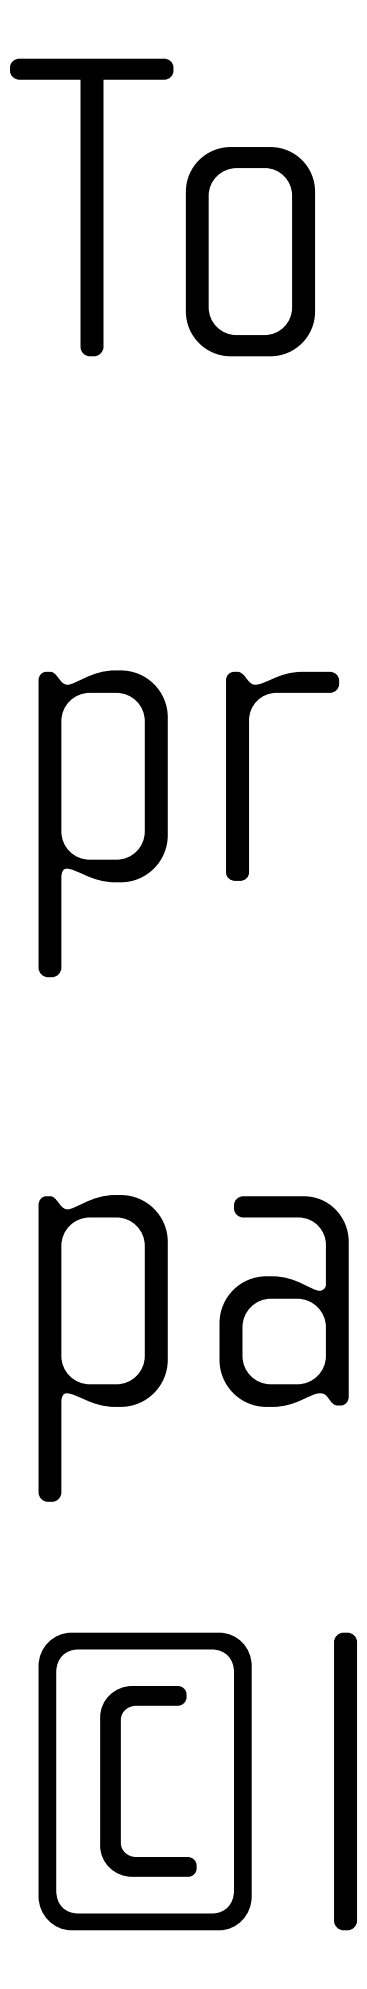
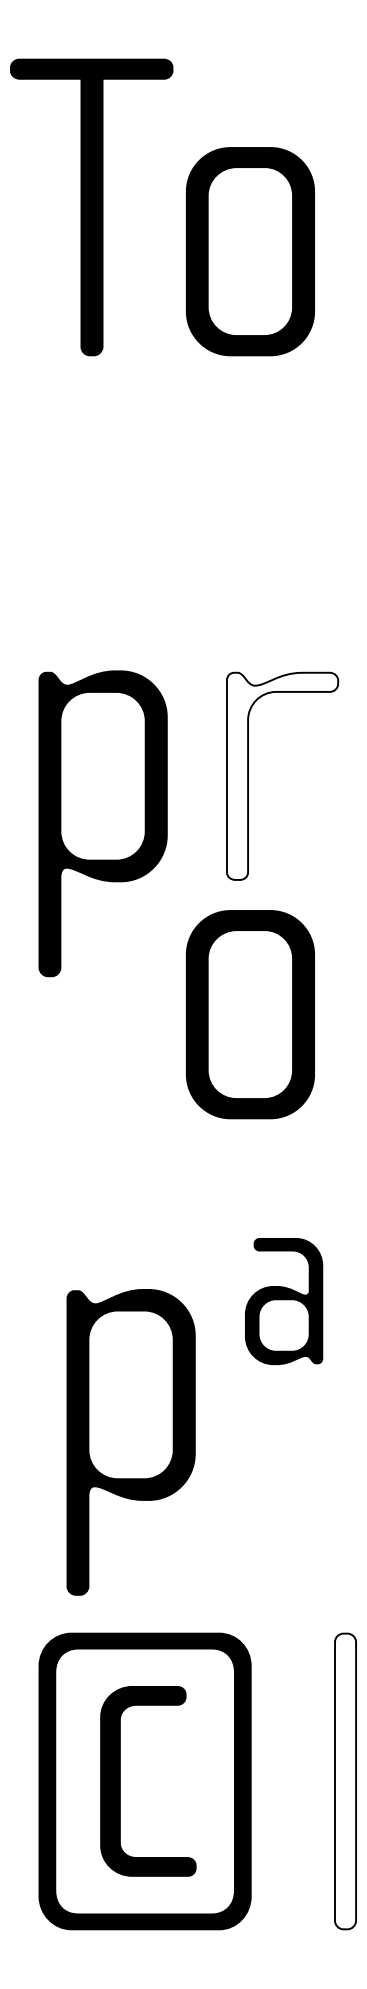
fill at (282, 775): present -> none
part at (249, 1014): none -> present
part at (283, 1301) size: 130x211 px -> 79x128 px
part at (102, 1348) position: (102, 1348) -> (130, 1442)
fill at (345, 1781): present -> none
